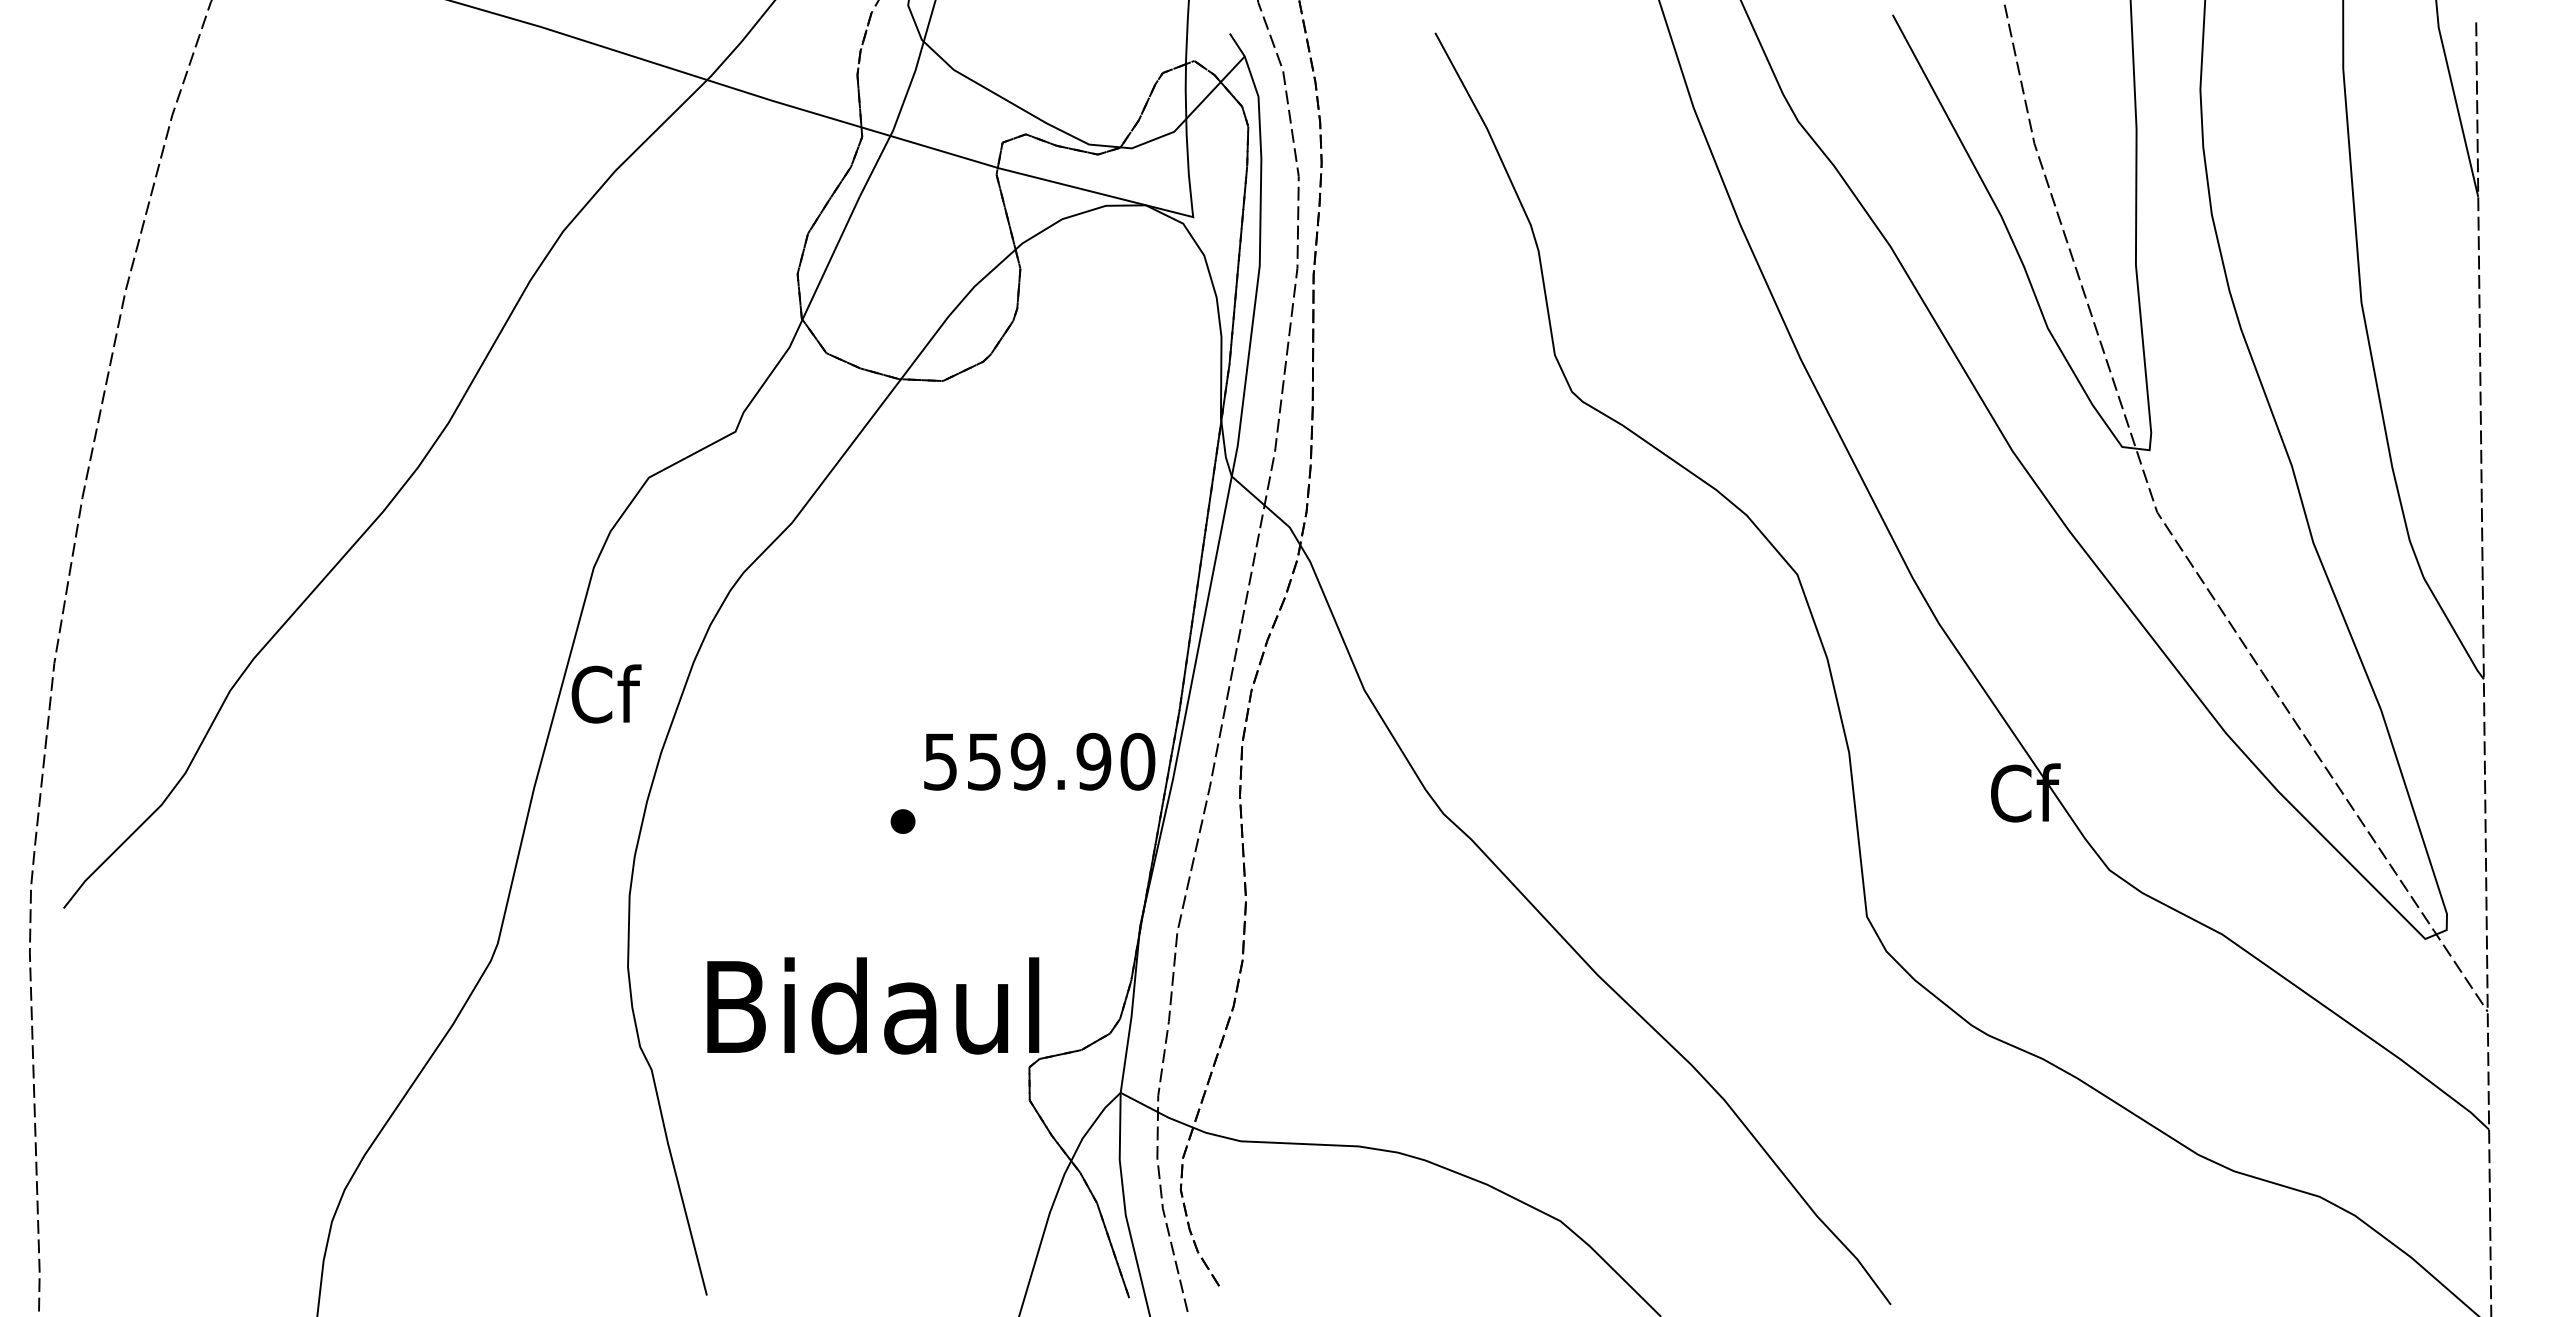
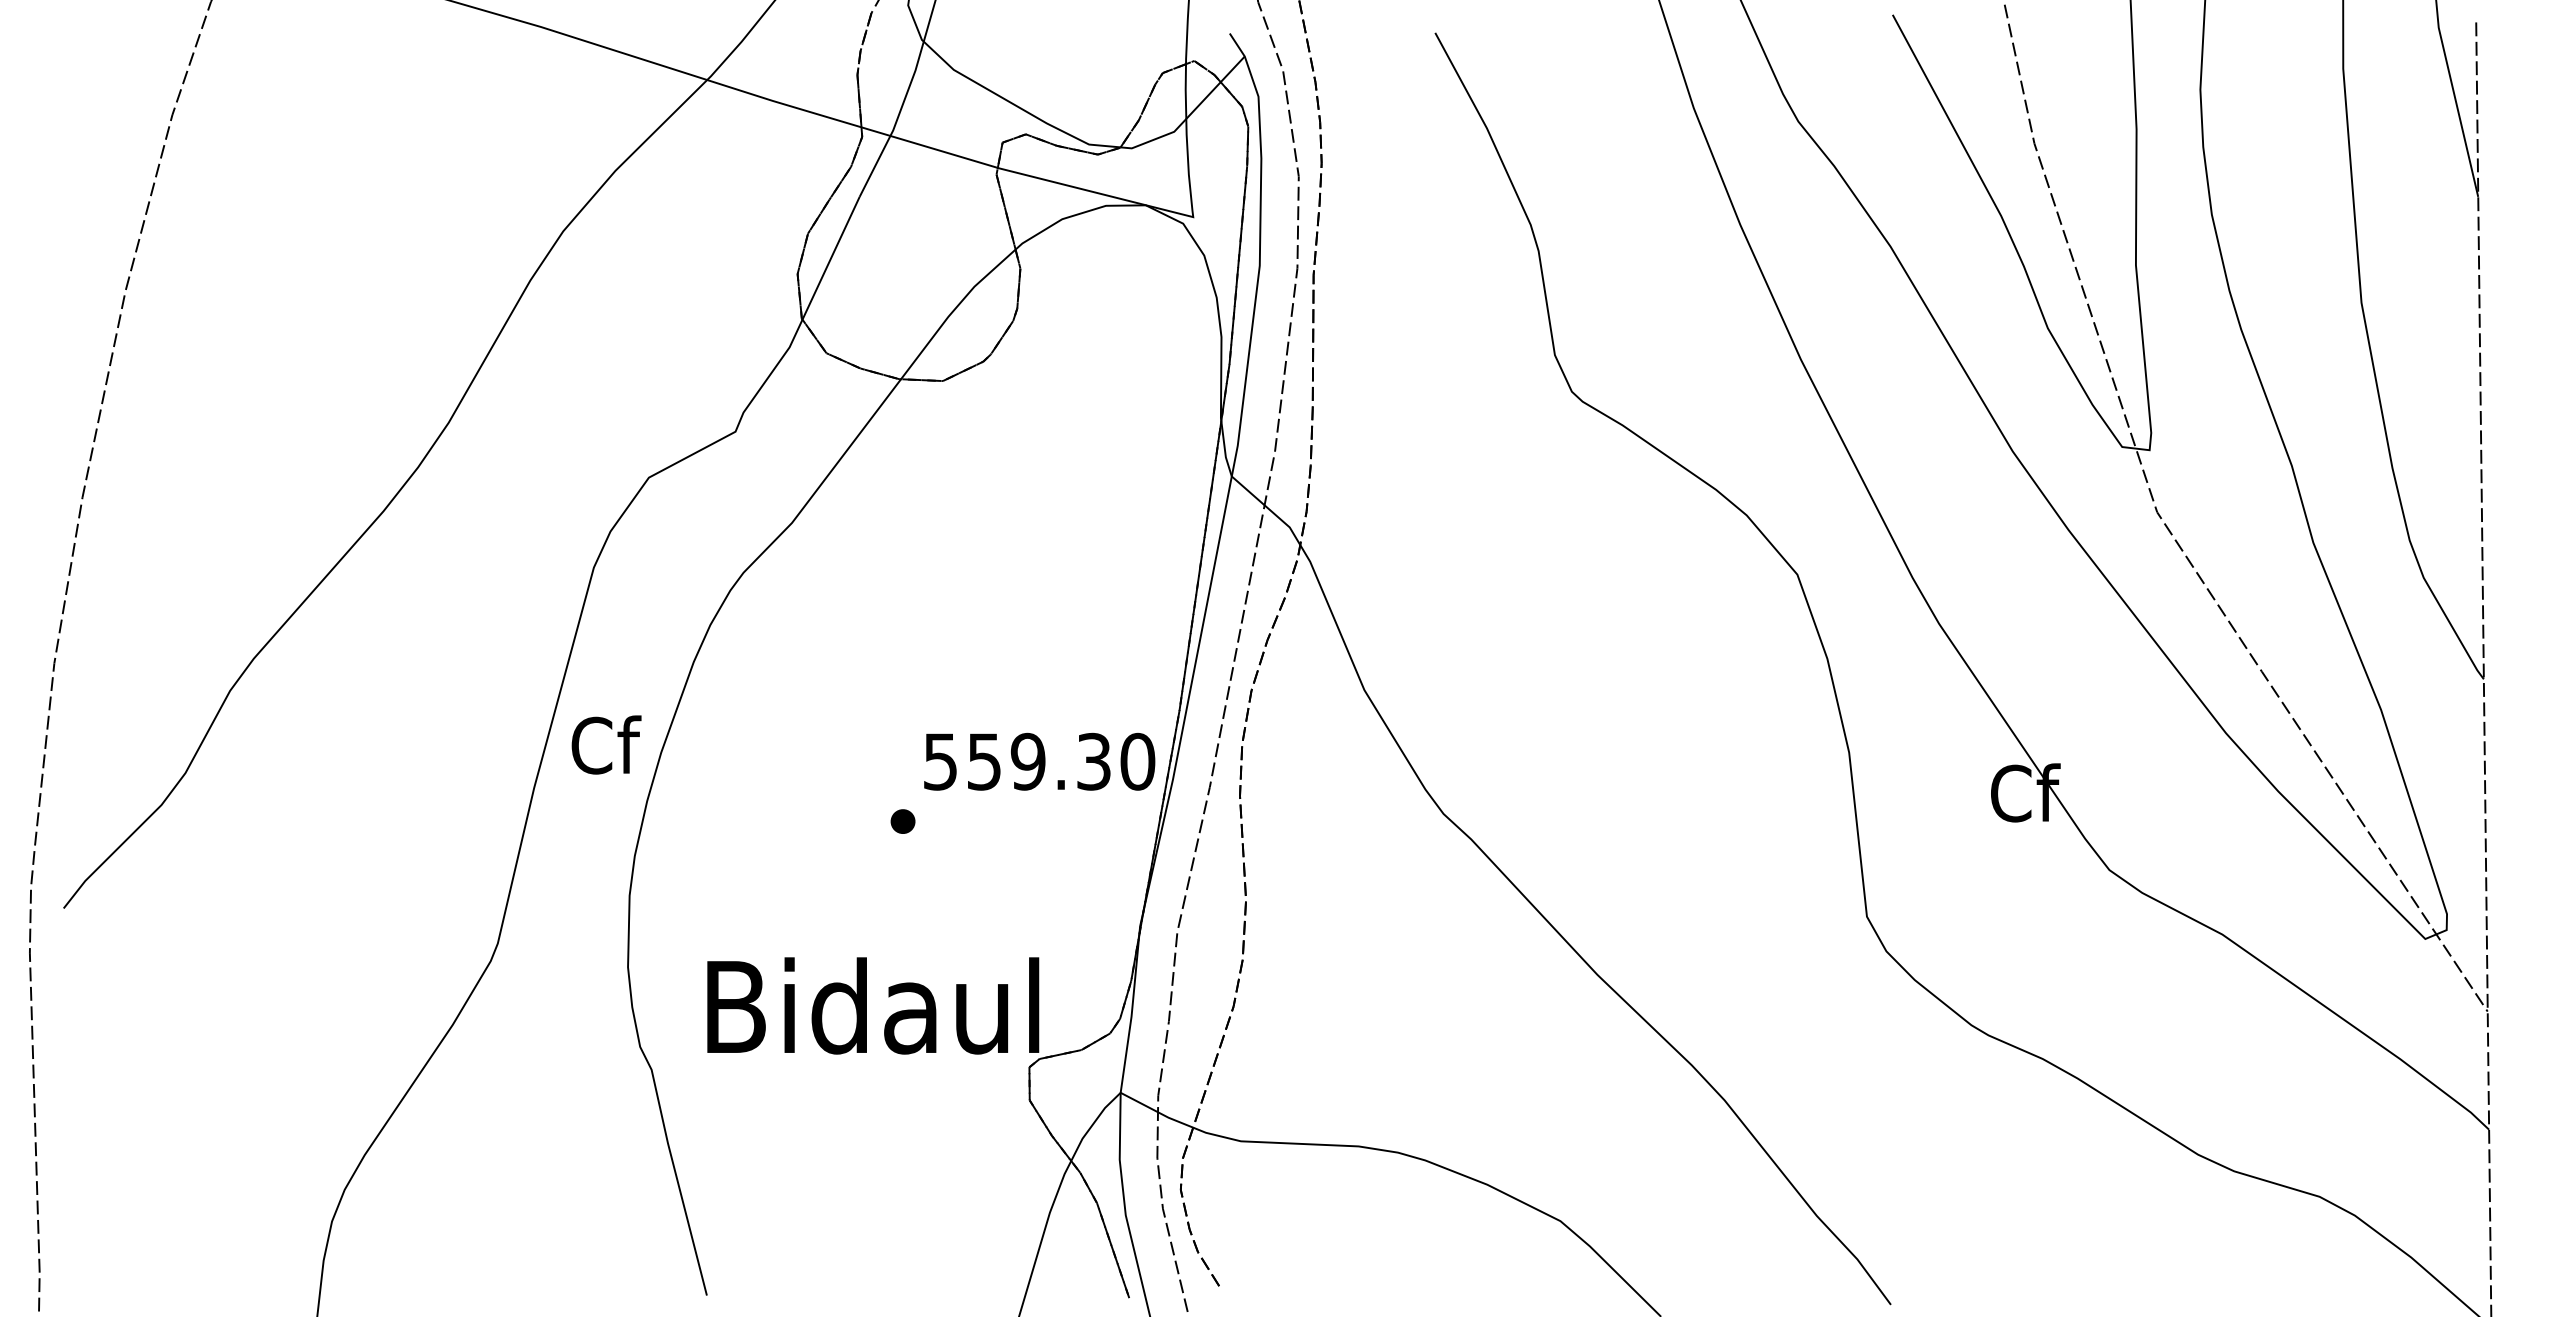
text at (606, 693) position: (606, 693) -> (606, 744)
text at (1093, 761): 559.90 -> 559.30
